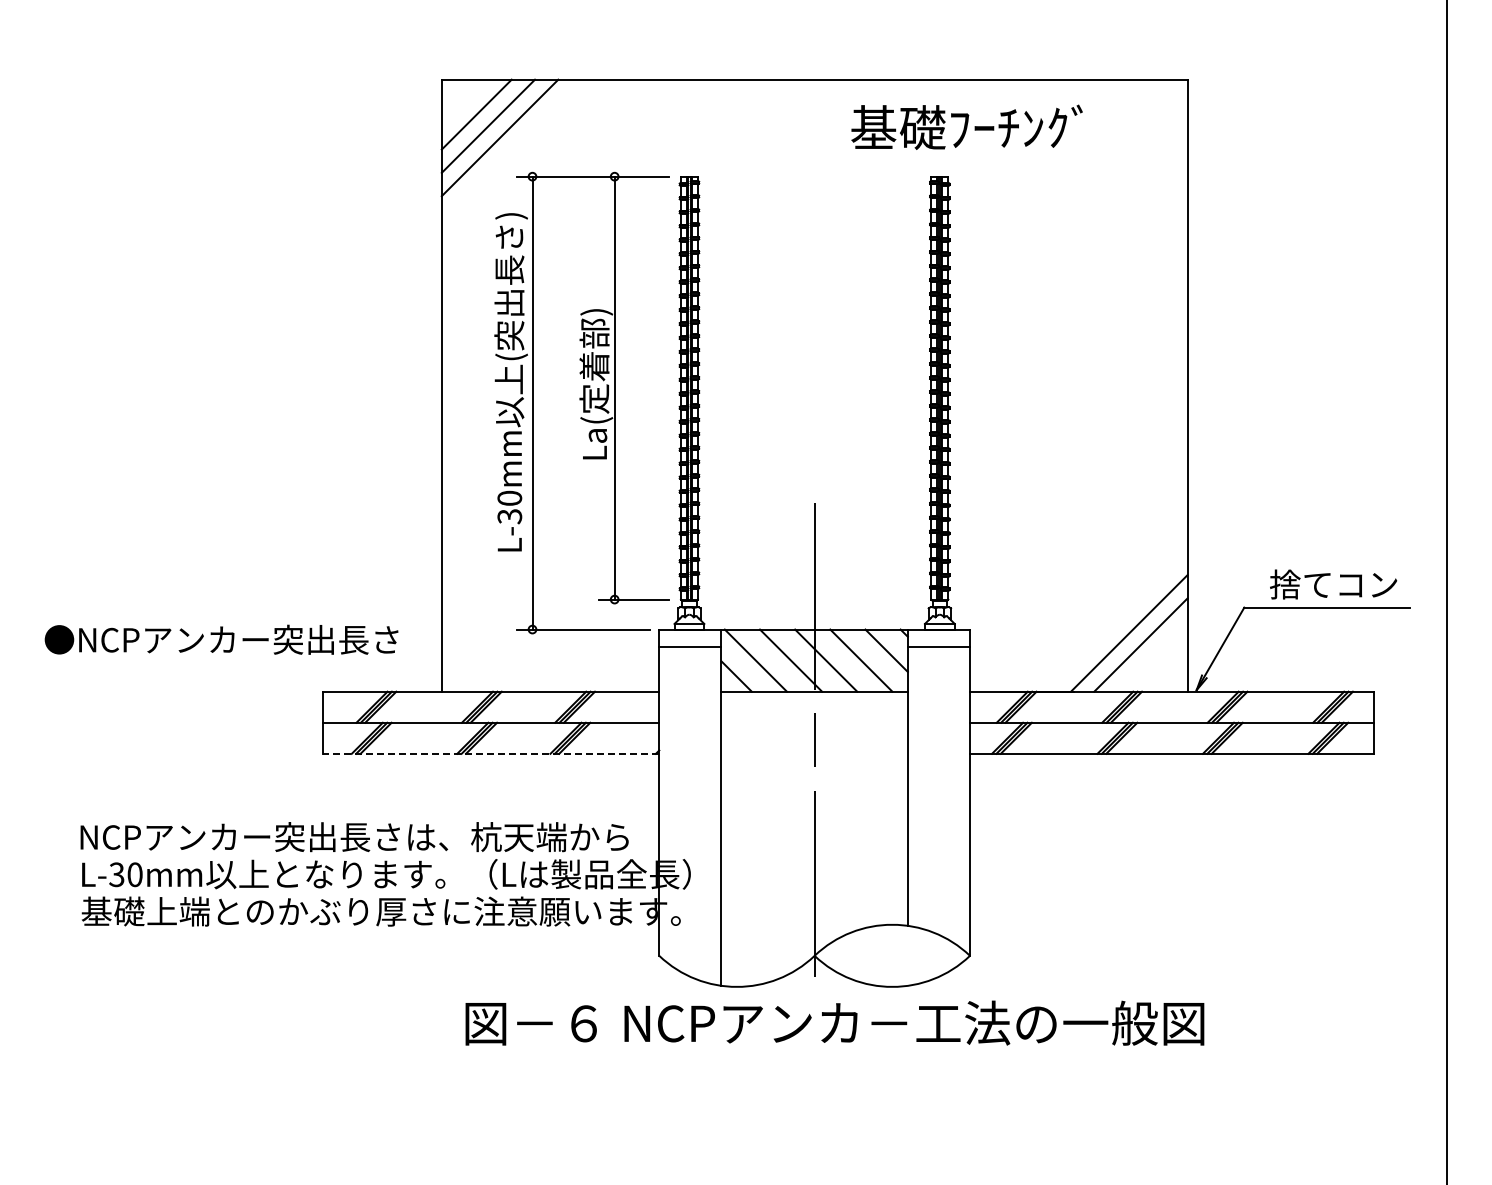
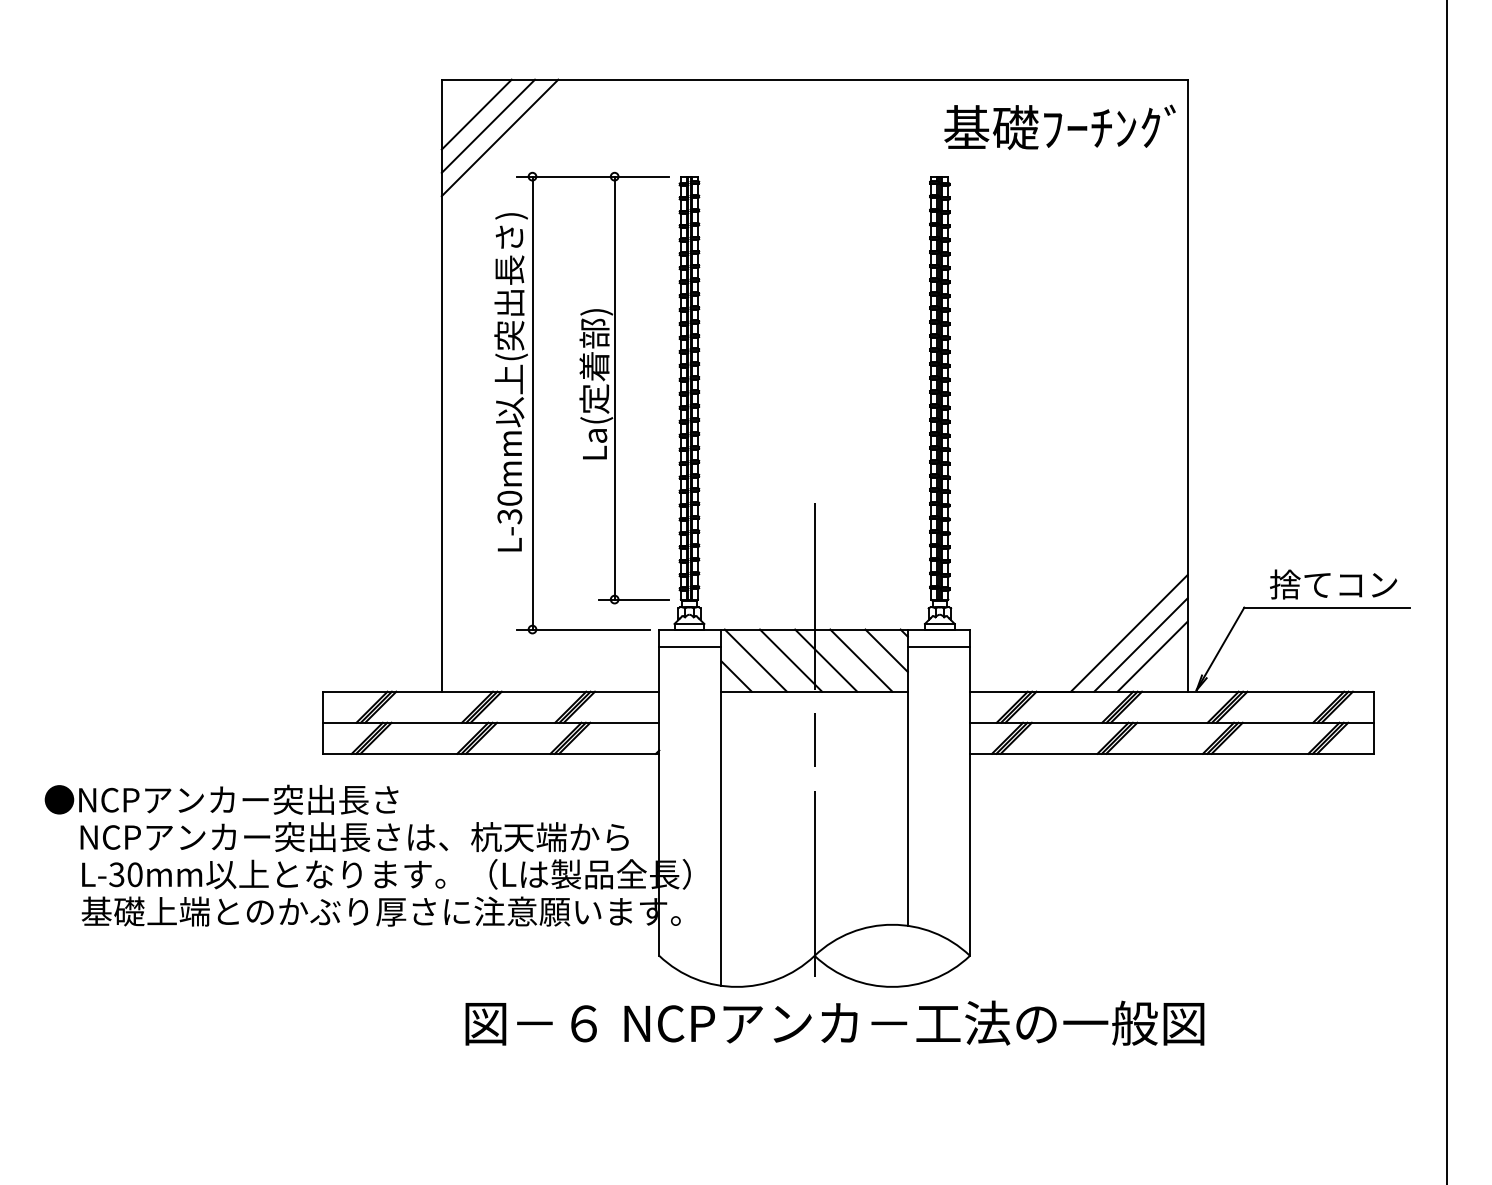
text at (966, 126) position: (966, 126) -> (1059, 126)
text at (221, 639) position: (221, 639) -> (221, 799)
line at (1152, 656): none -> present
line at (490, 753): dashed -> solid
